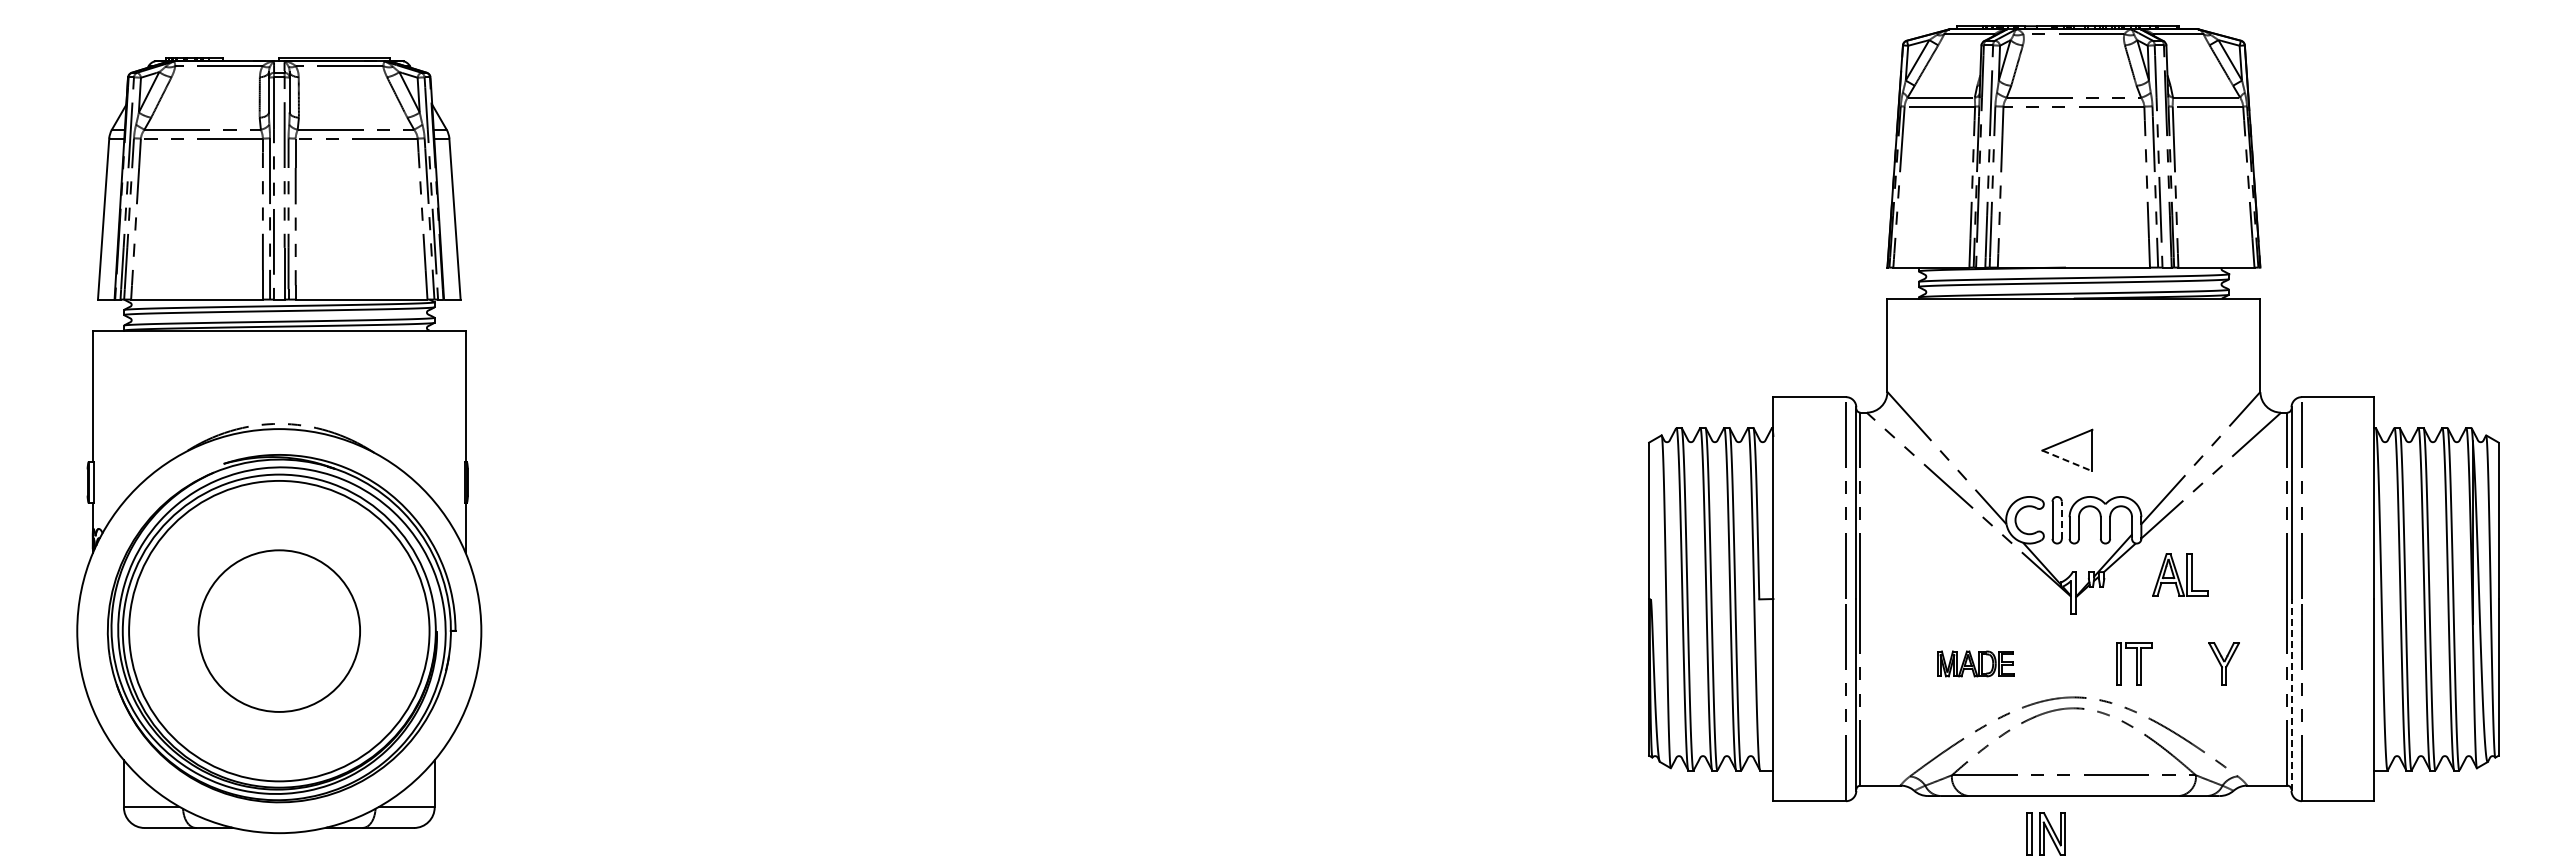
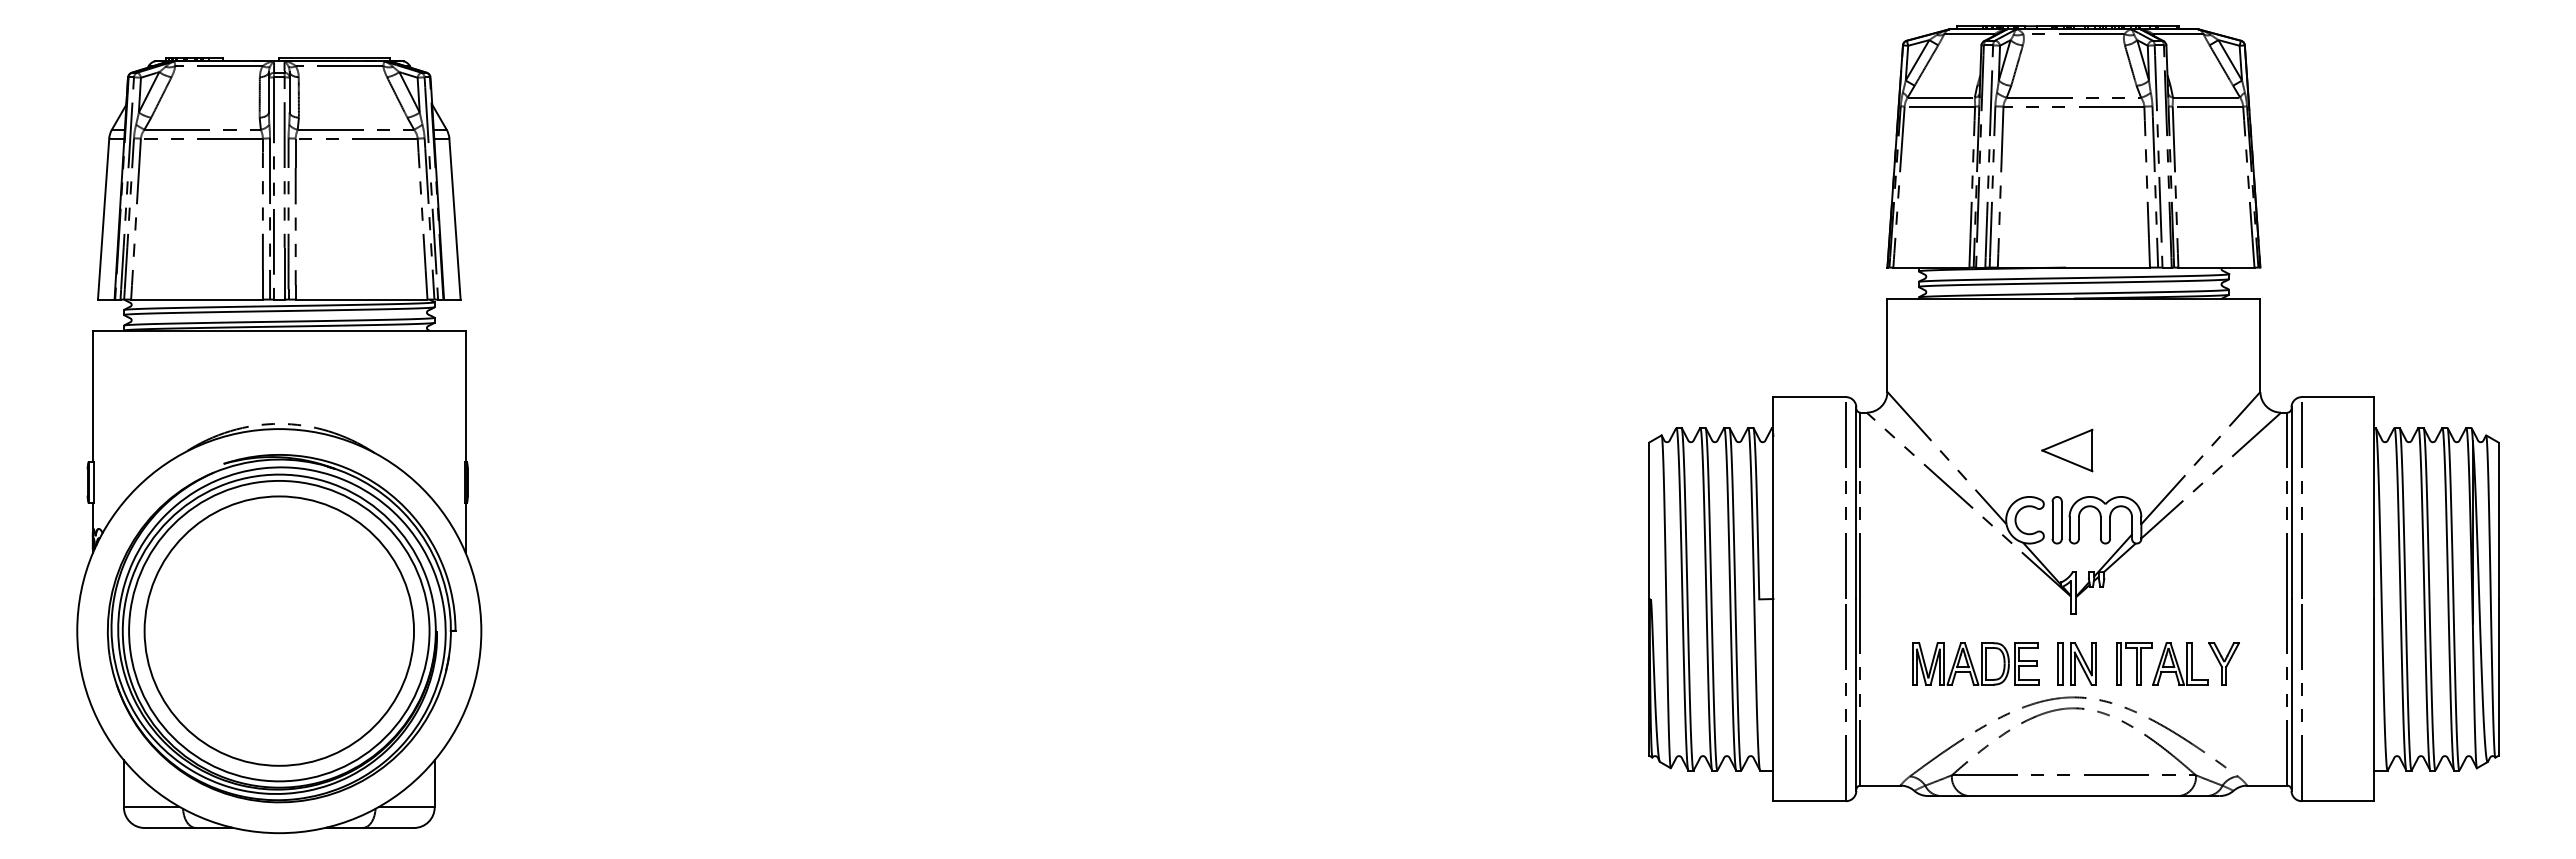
line at (2067, 461): dashed -> solid
line at (2061, 520): dashed -> solid
part at (2180, 574) position: (2180, 574) -> (2180, 663)
circle at (279, 630) diameter: 162 px -> 269 px
part at (1975, 663) size: 78x28 px -> 128x44 px
line at (2291, 695): dashed -> solid
part at (2045, 833) position: (2045, 833) -> (2076, 663)
